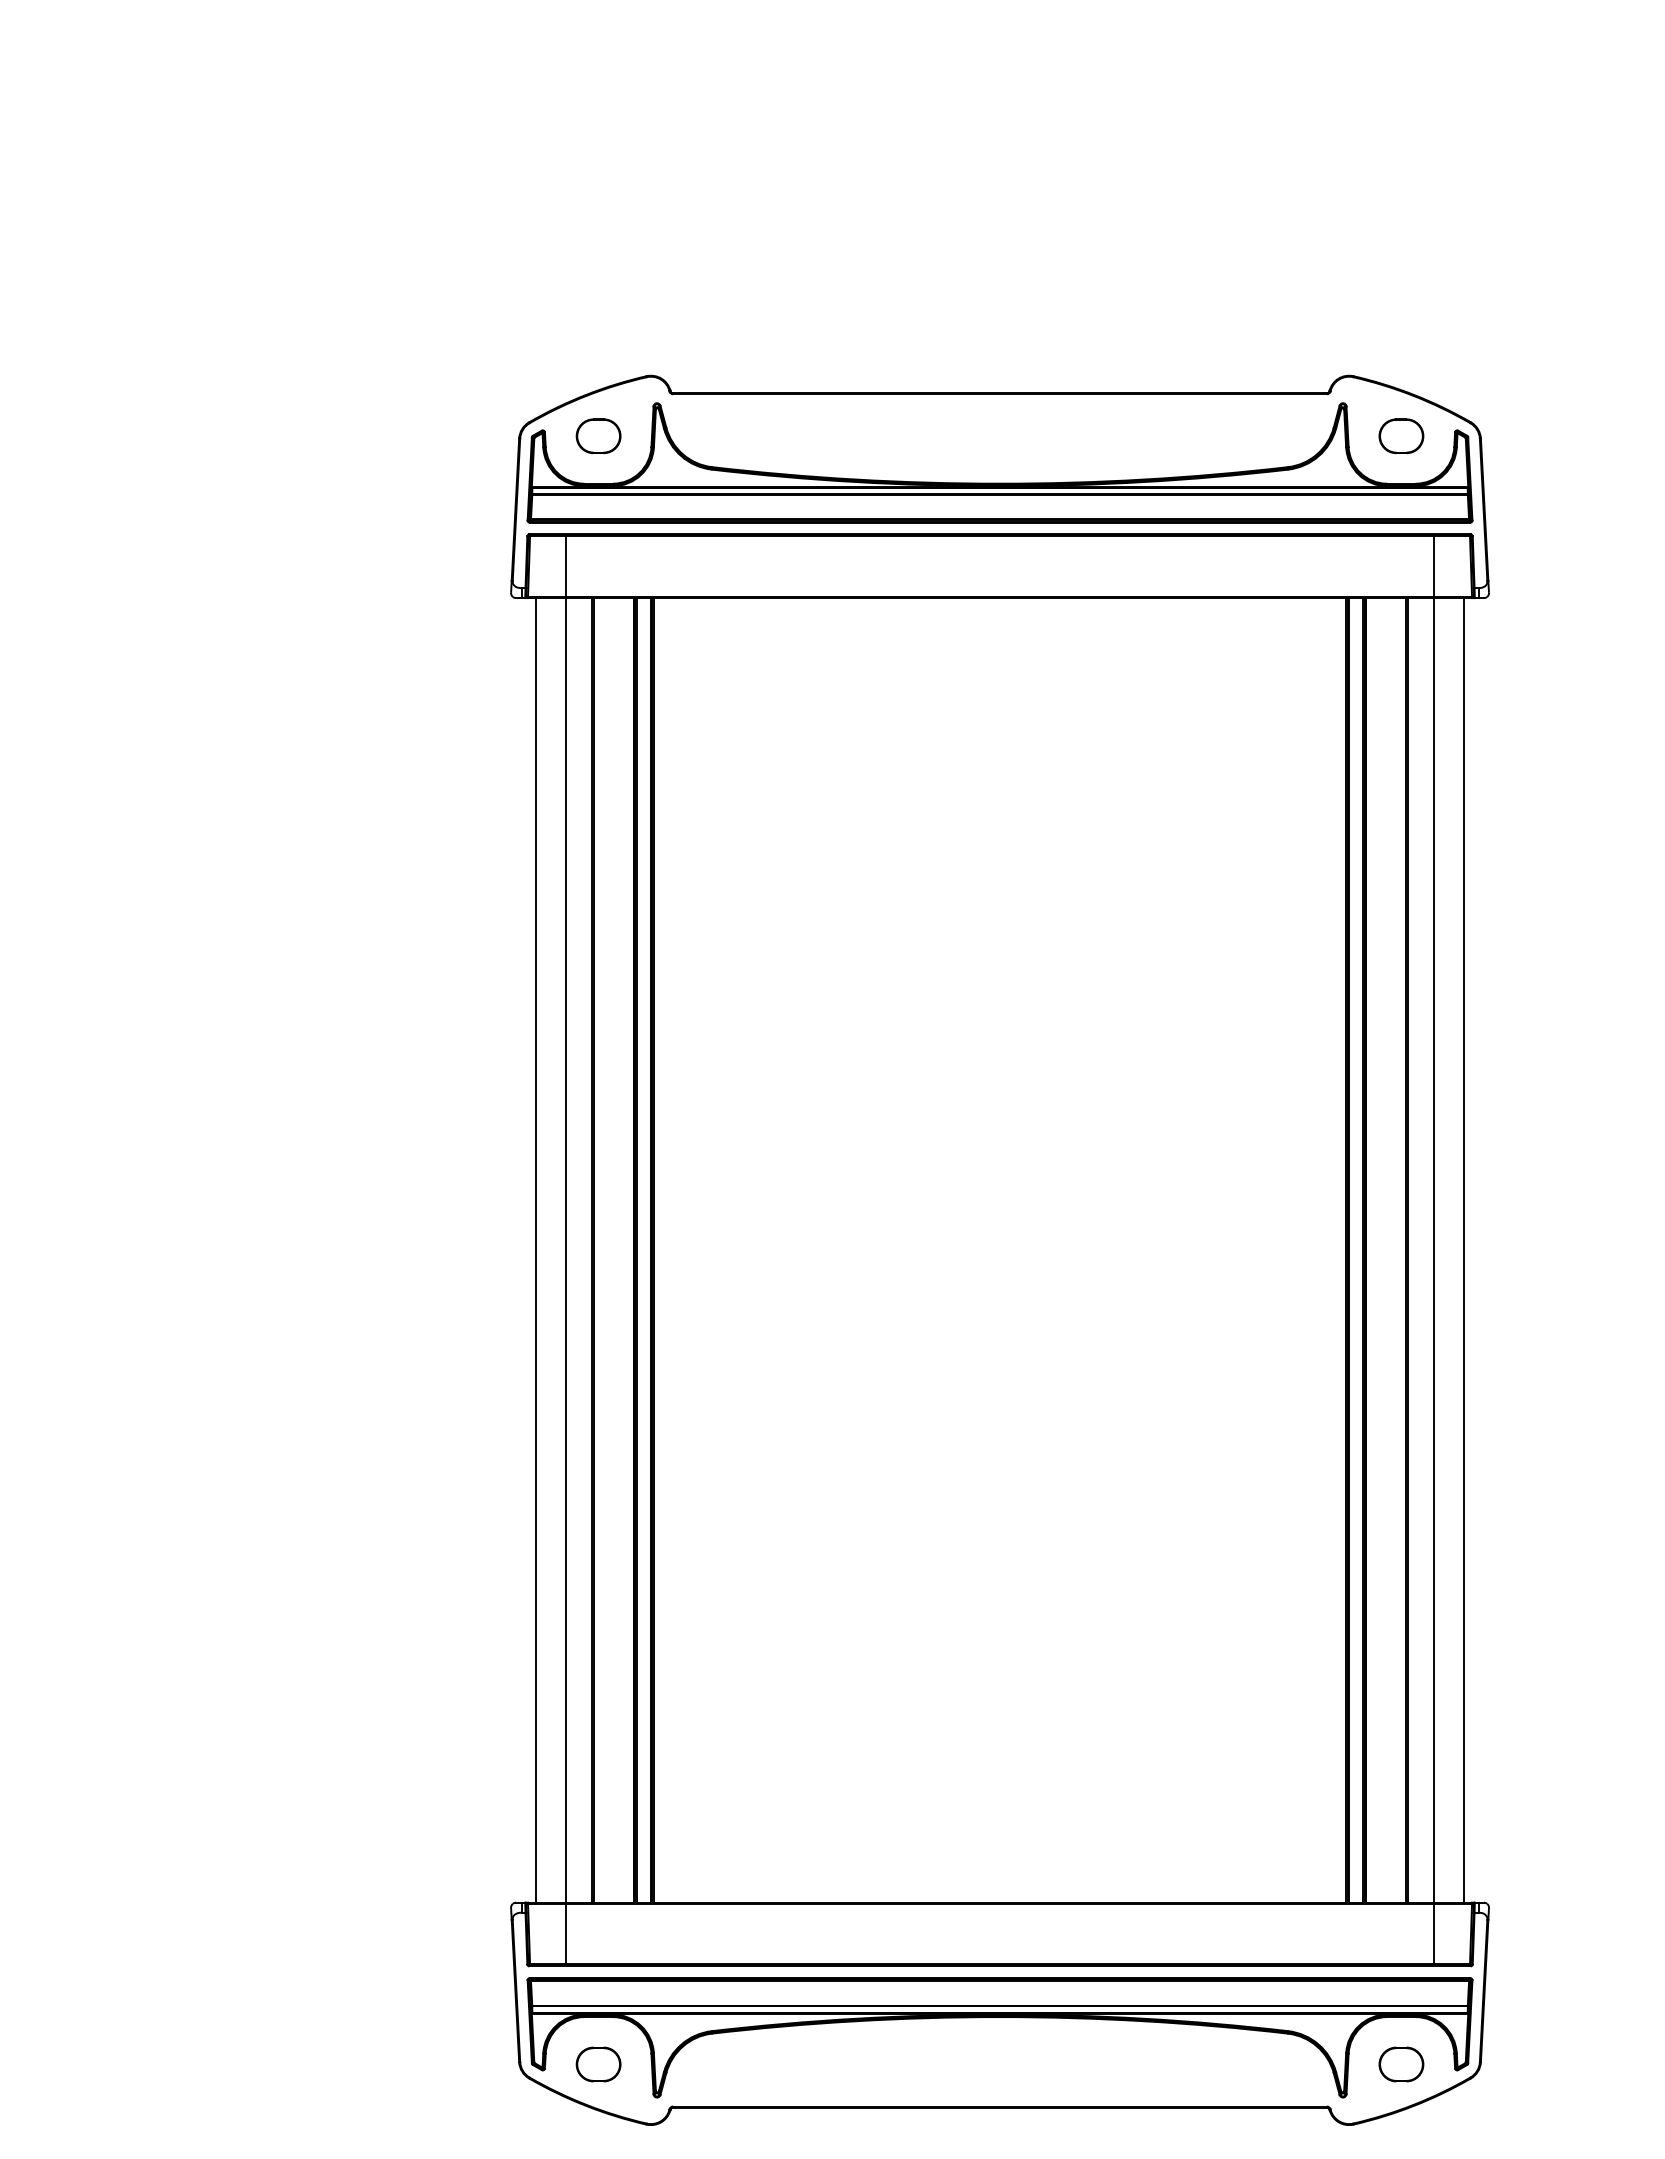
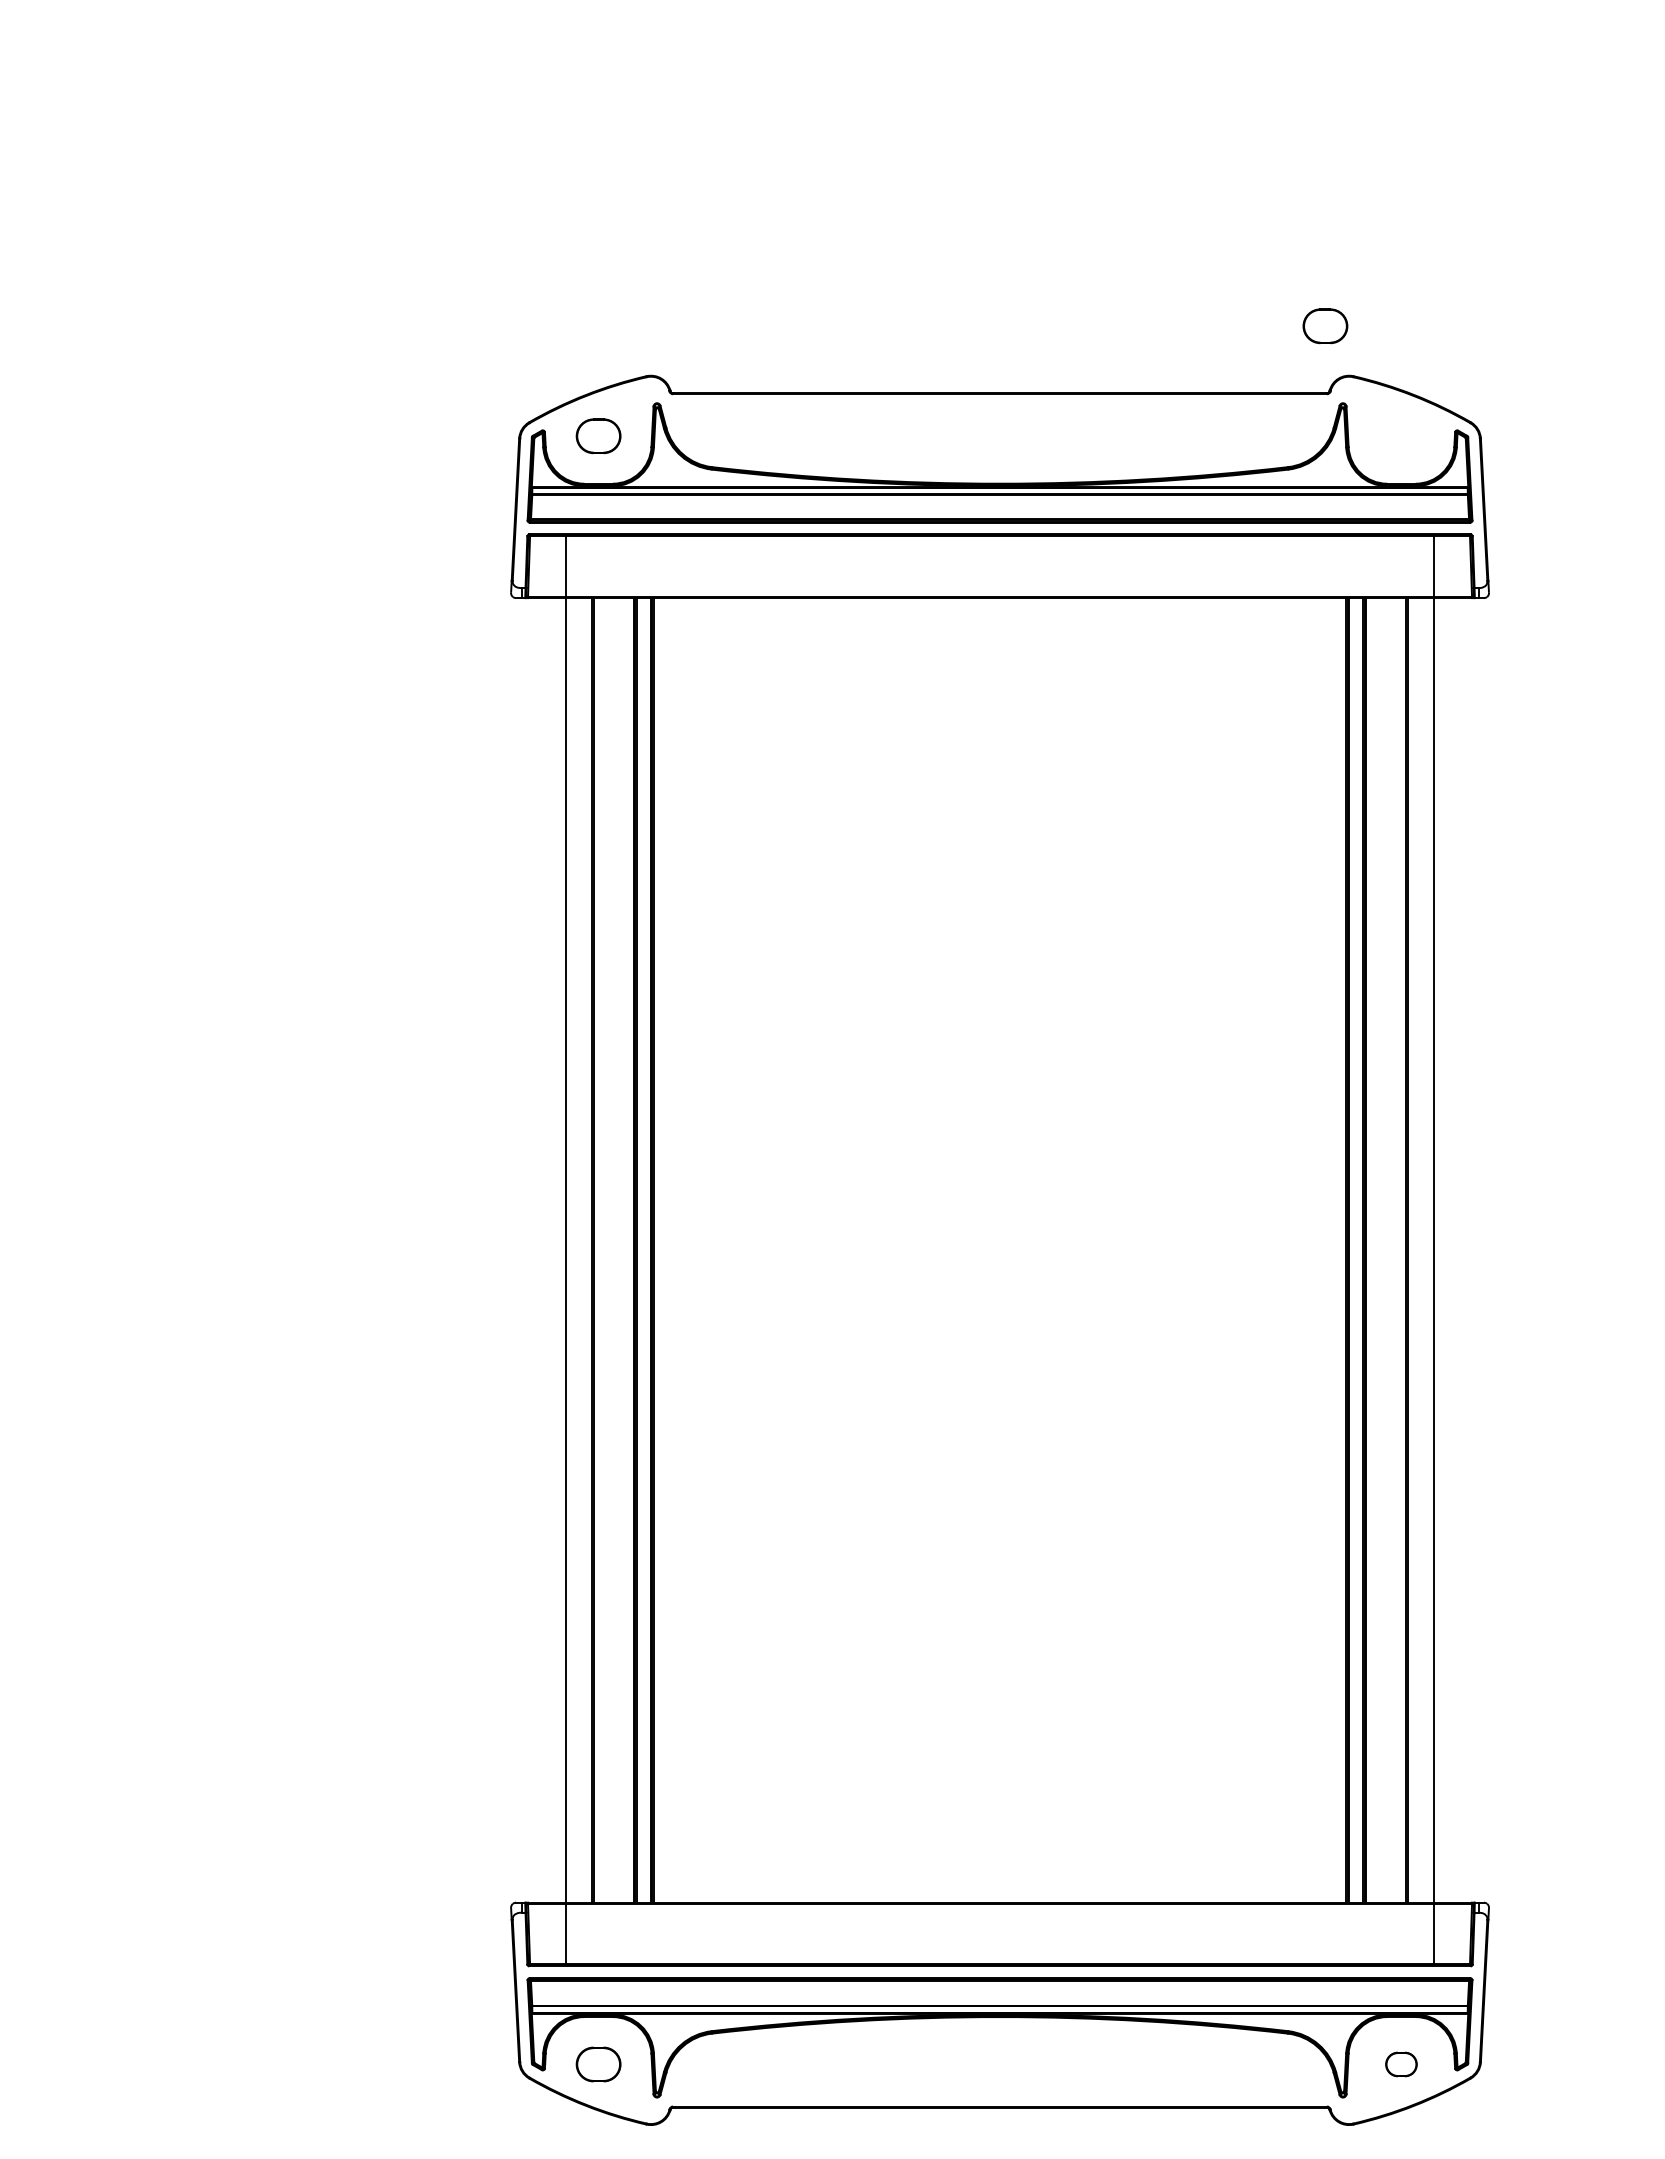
part at (1401, 436) position: (1401, 436) -> (1325, 326)
line at (535, 1250): present -> none
line at (1464, 1250): present -> none
part at (1401, 2064) size: 47x37 px -> 33x27 px
